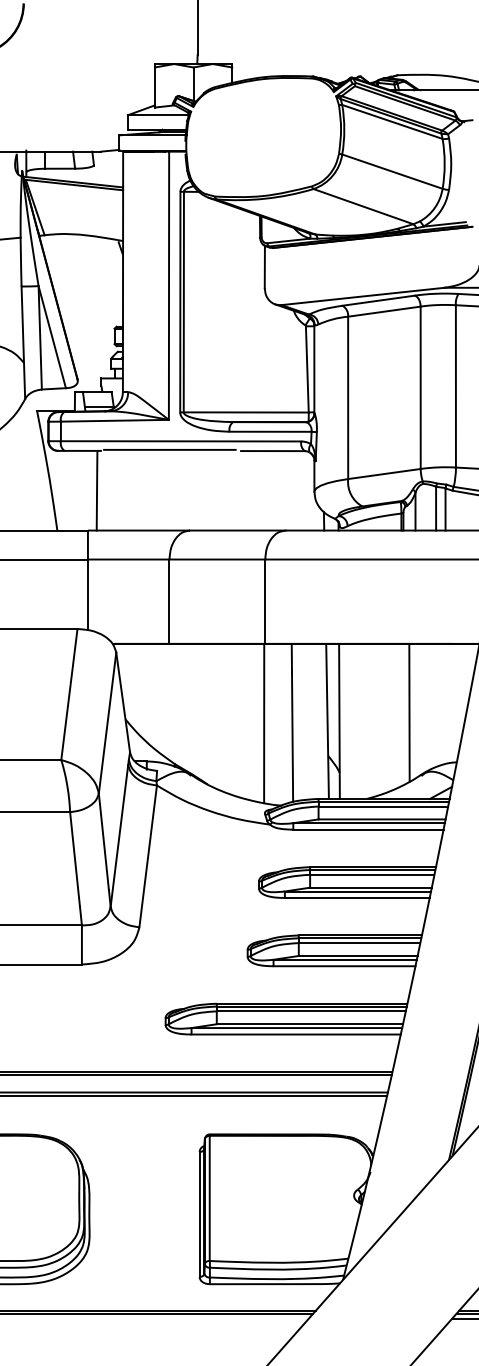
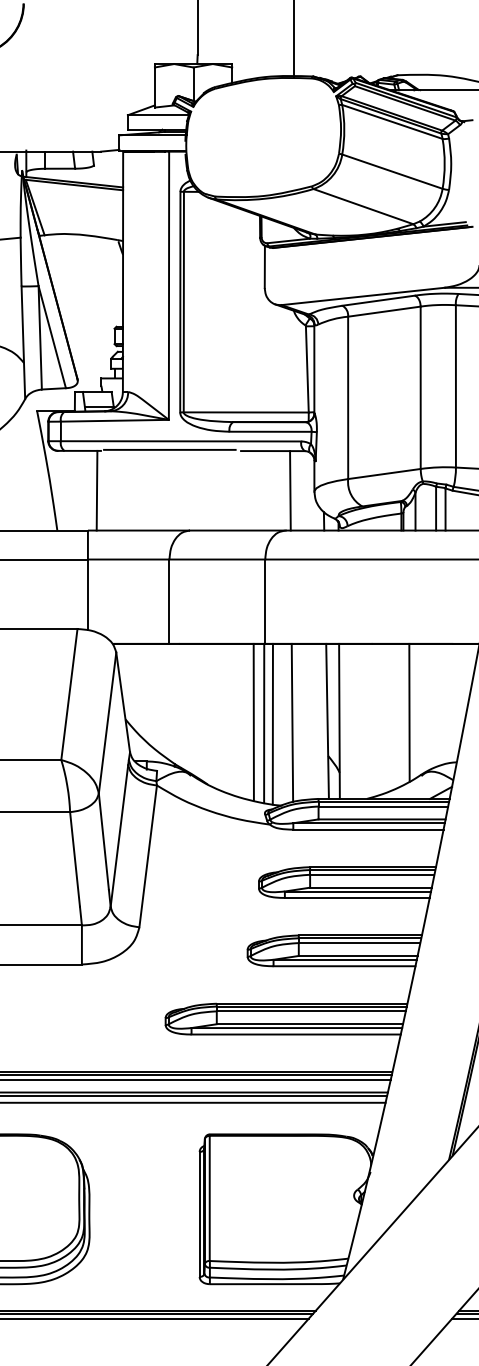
line at (293, 39): none -> present
line at (290, 490): none -> present
line at (253, 722): none -> present
line at (272, 723): none -> present
line at (196, 1079): none -> present
line at (193, 1102): none -> present
line at (155, 1318): none -> present
